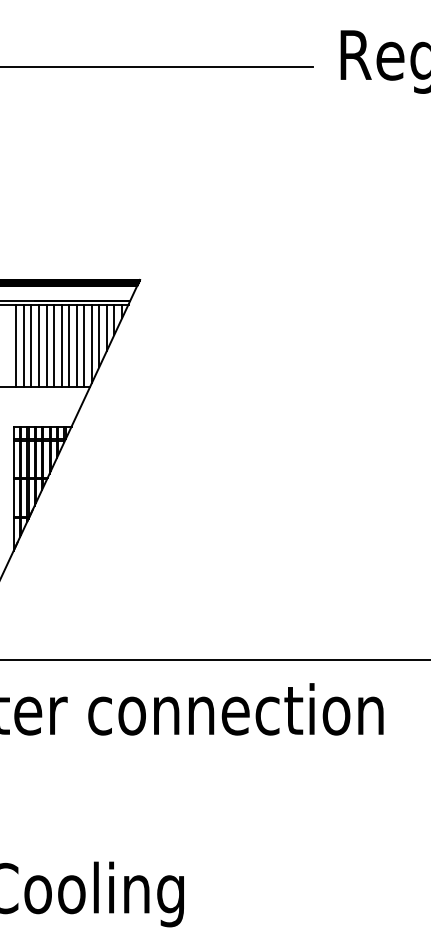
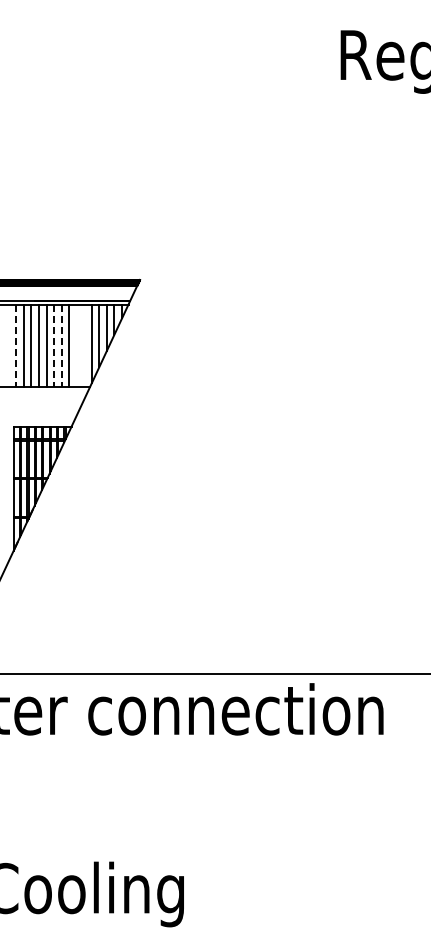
line at (157, 66): present -> none
line at (76, 345): present -> none
line at (84, 345): present -> none
line at (16, 346): solid -> dashed
line at (54, 346): solid -> dashed
line at (61, 346): solid -> dashed
line at (214, 660) position: (214, 660) -> (214, 674)
